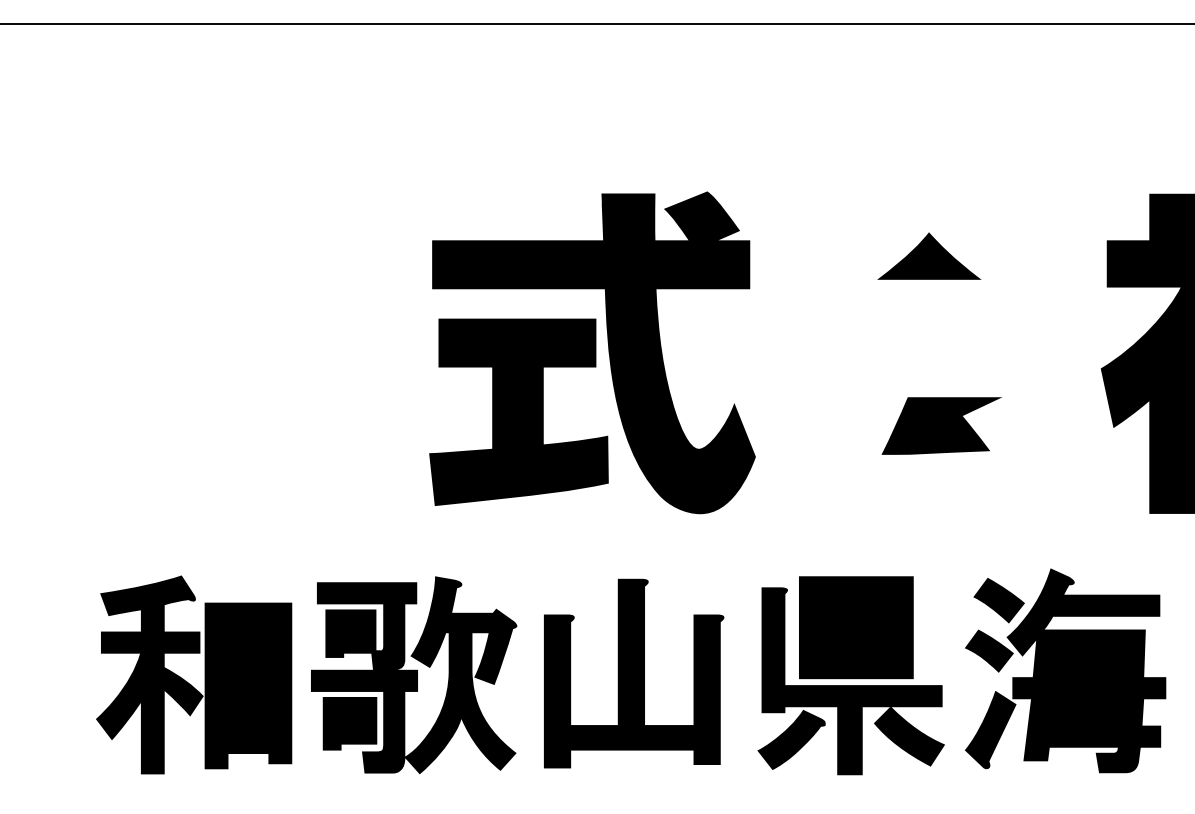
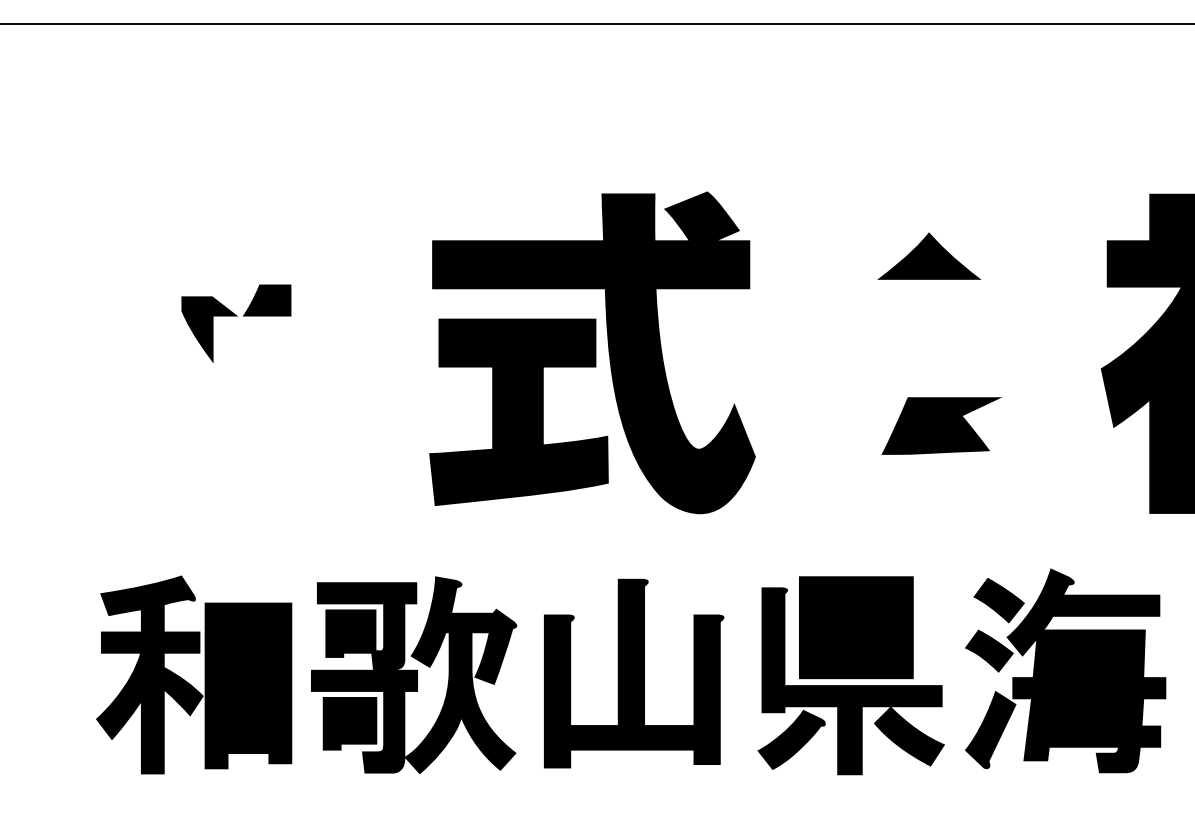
part at (236, 316): none -> present
